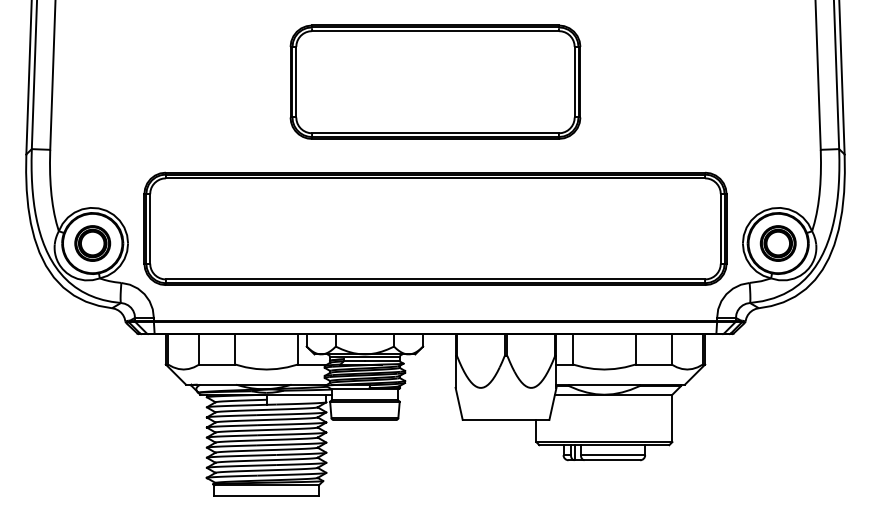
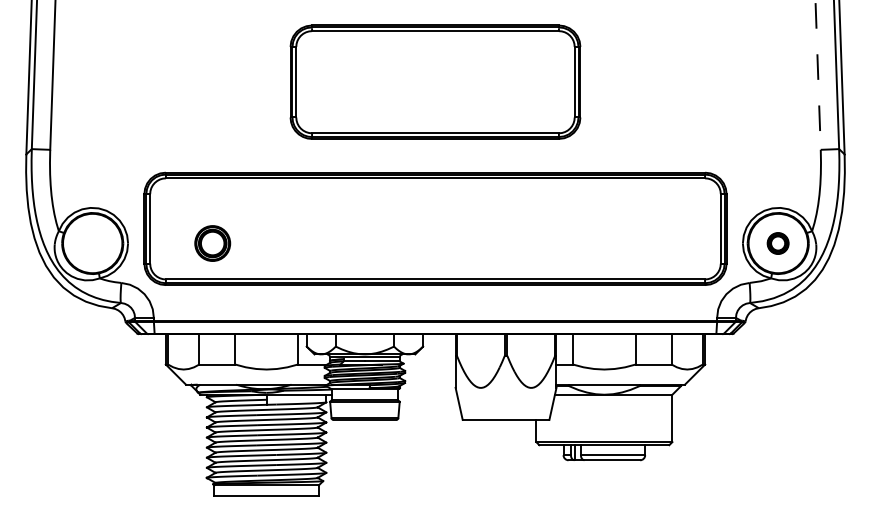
line at (818, 75): solid -> dashed
part at (92, 243) position: (92, 243) -> (212, 243)
part at (777, 243) size: 38x37 px -> 24x23 px
